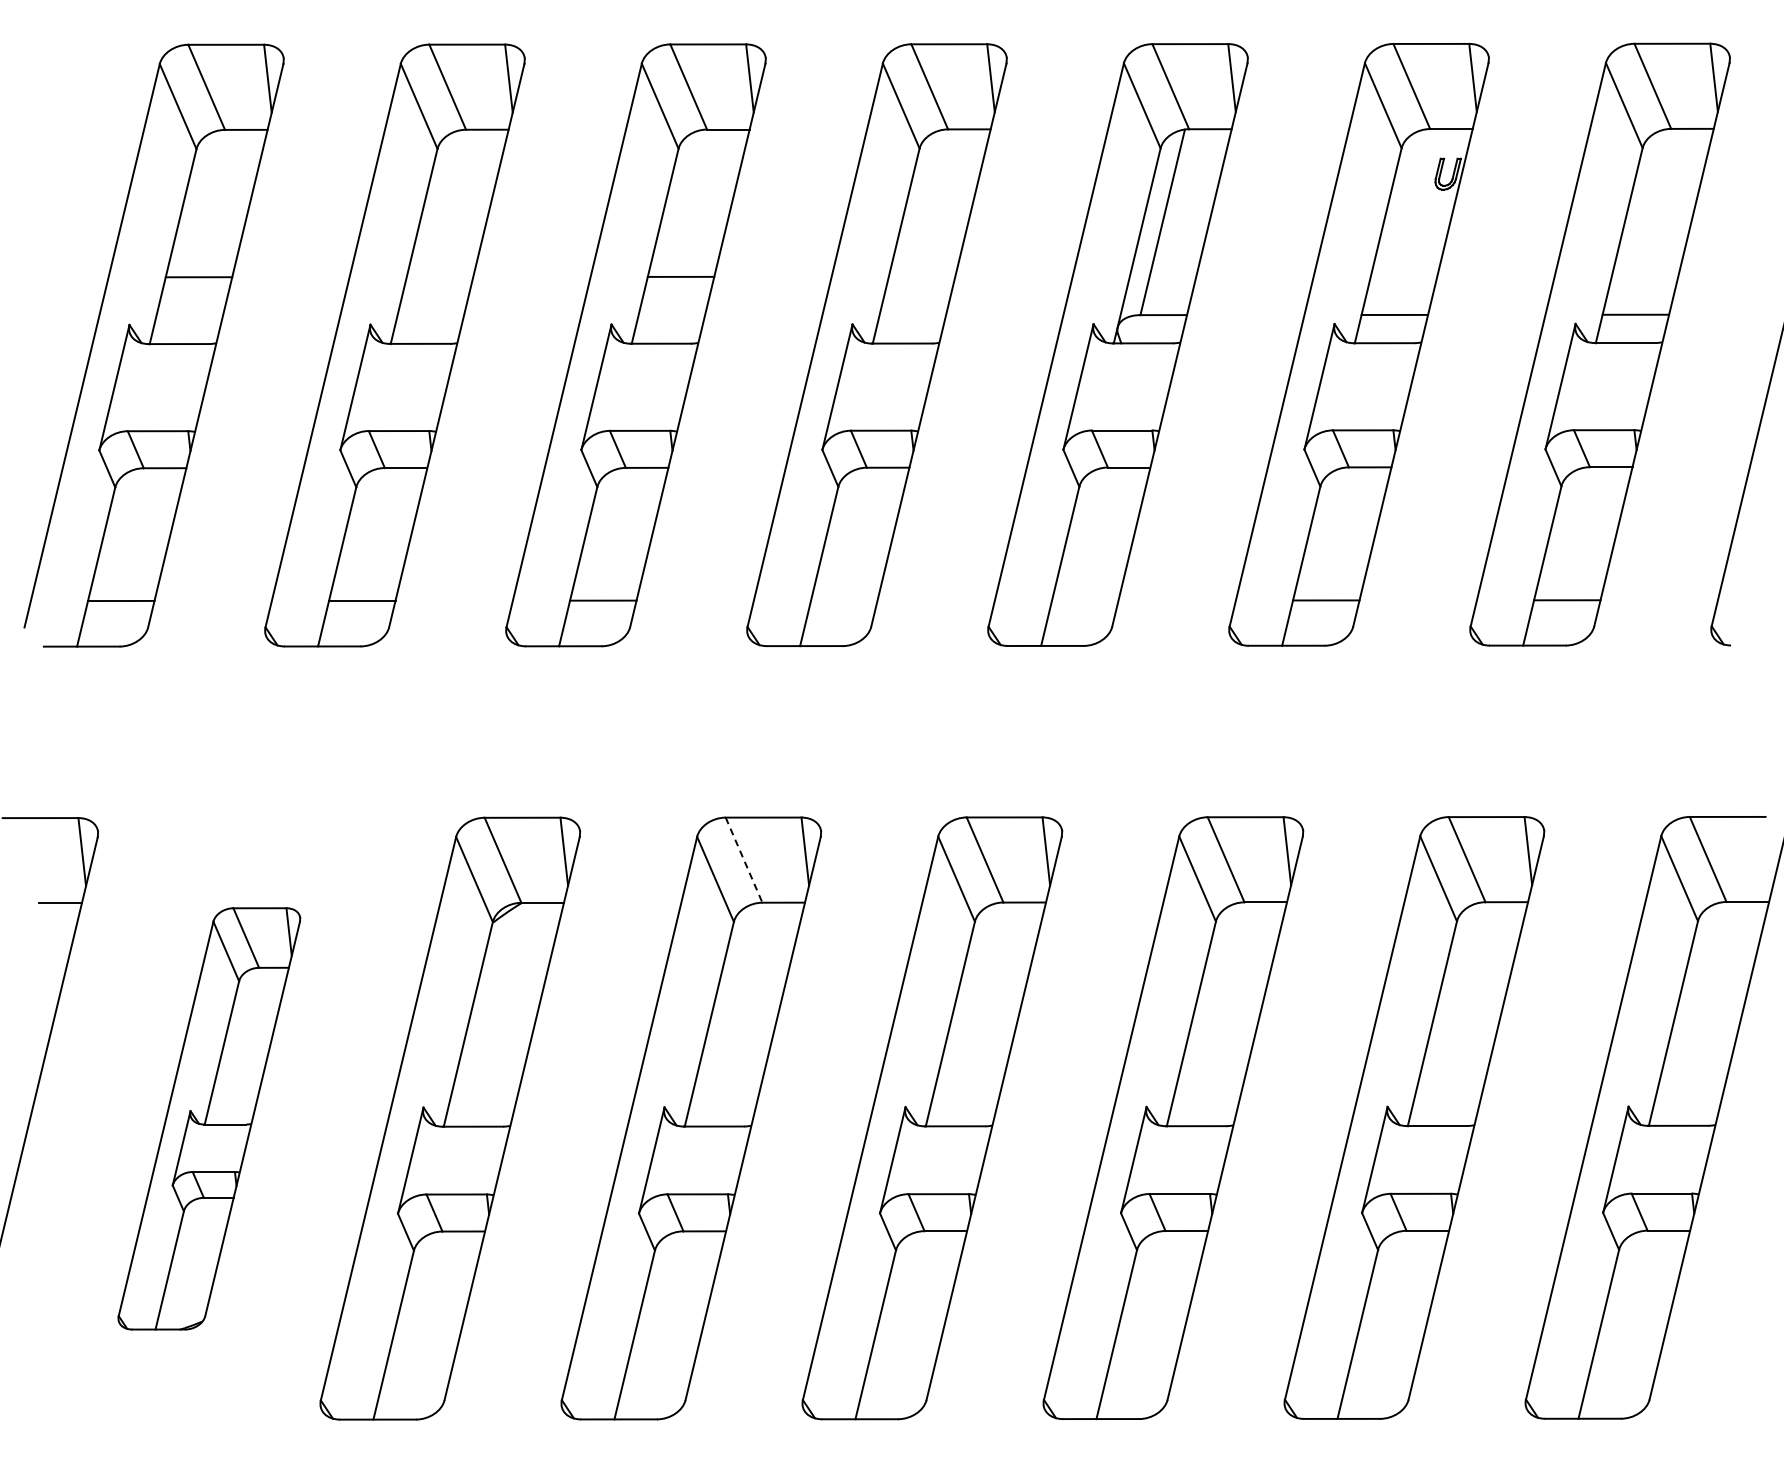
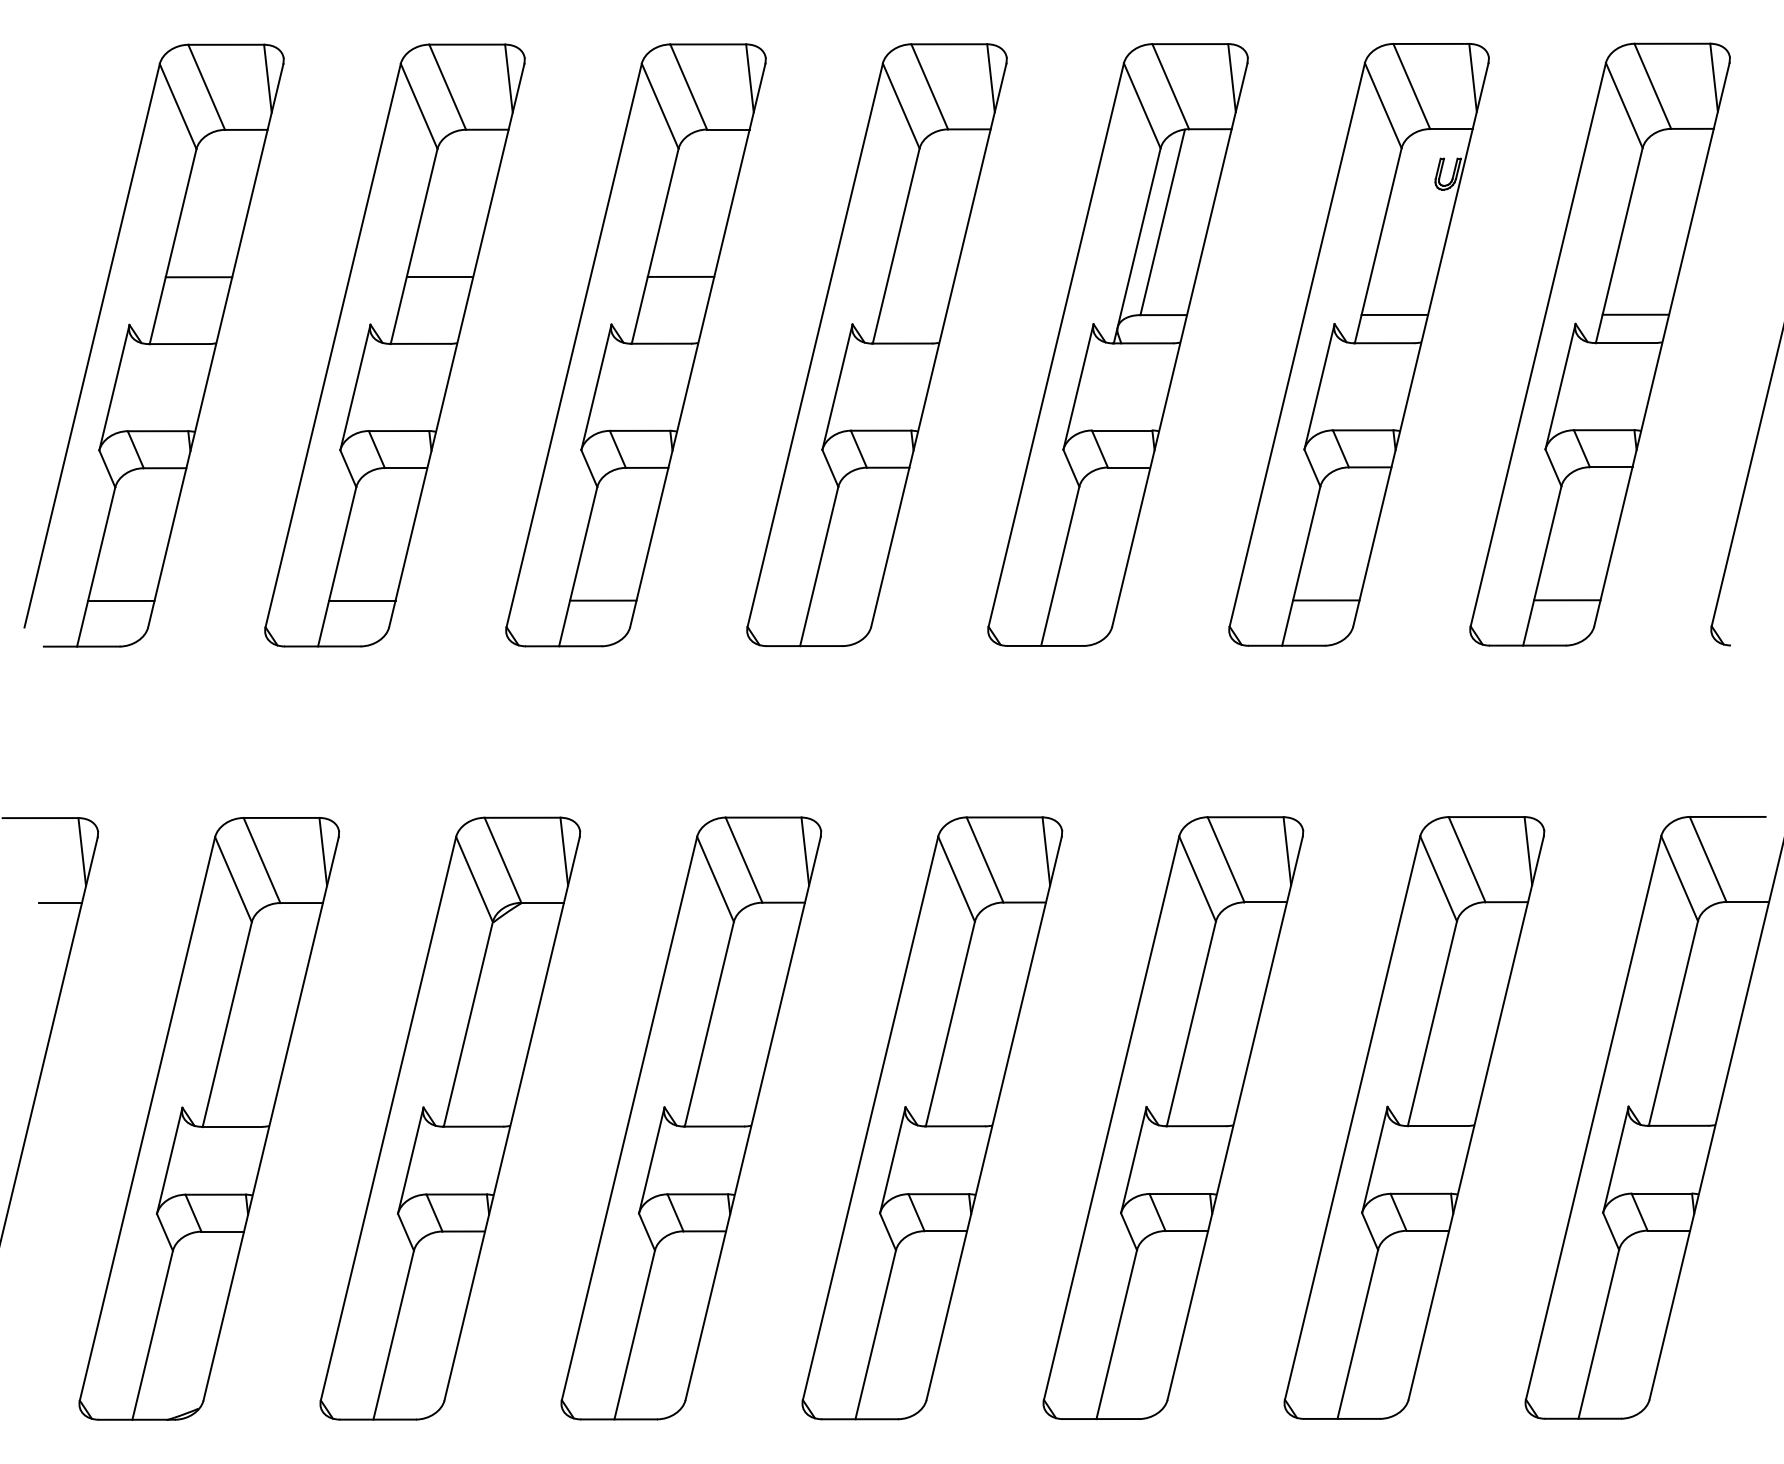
line at (439, 277): none -> present
line at (744, 860): dashed -> solid
part at (209, 1118) size: 185x424 px -> 263x604 px
